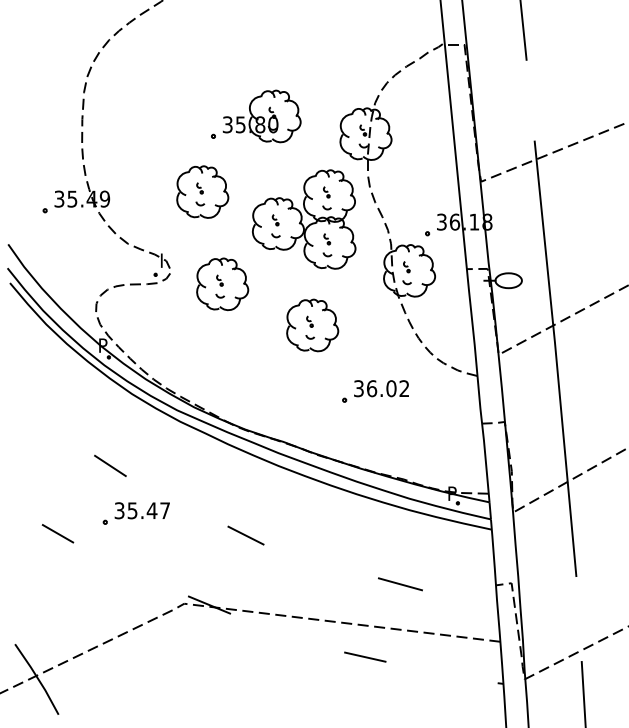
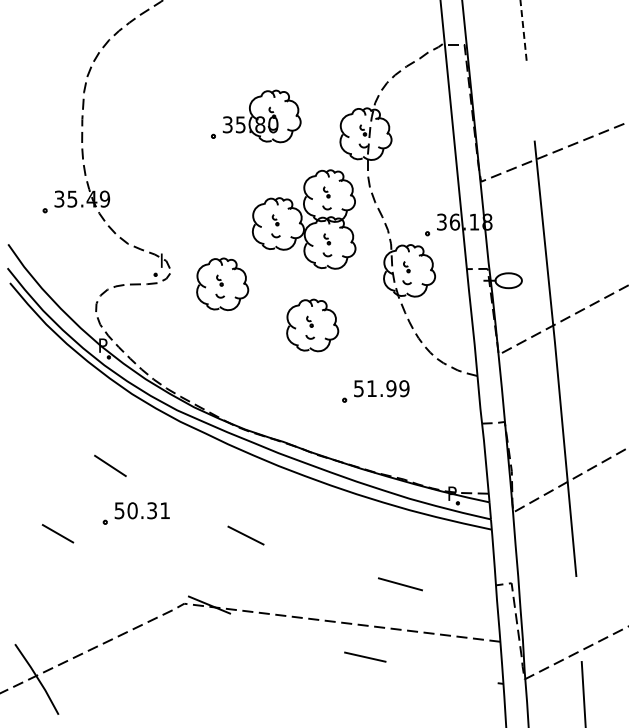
line at (523, 29): solid -> dashed
part at (202, 191): present -> none
text at (381, 388): 36.02 -> 51.99
text at (142, 510): 35.47 -> 50.31
